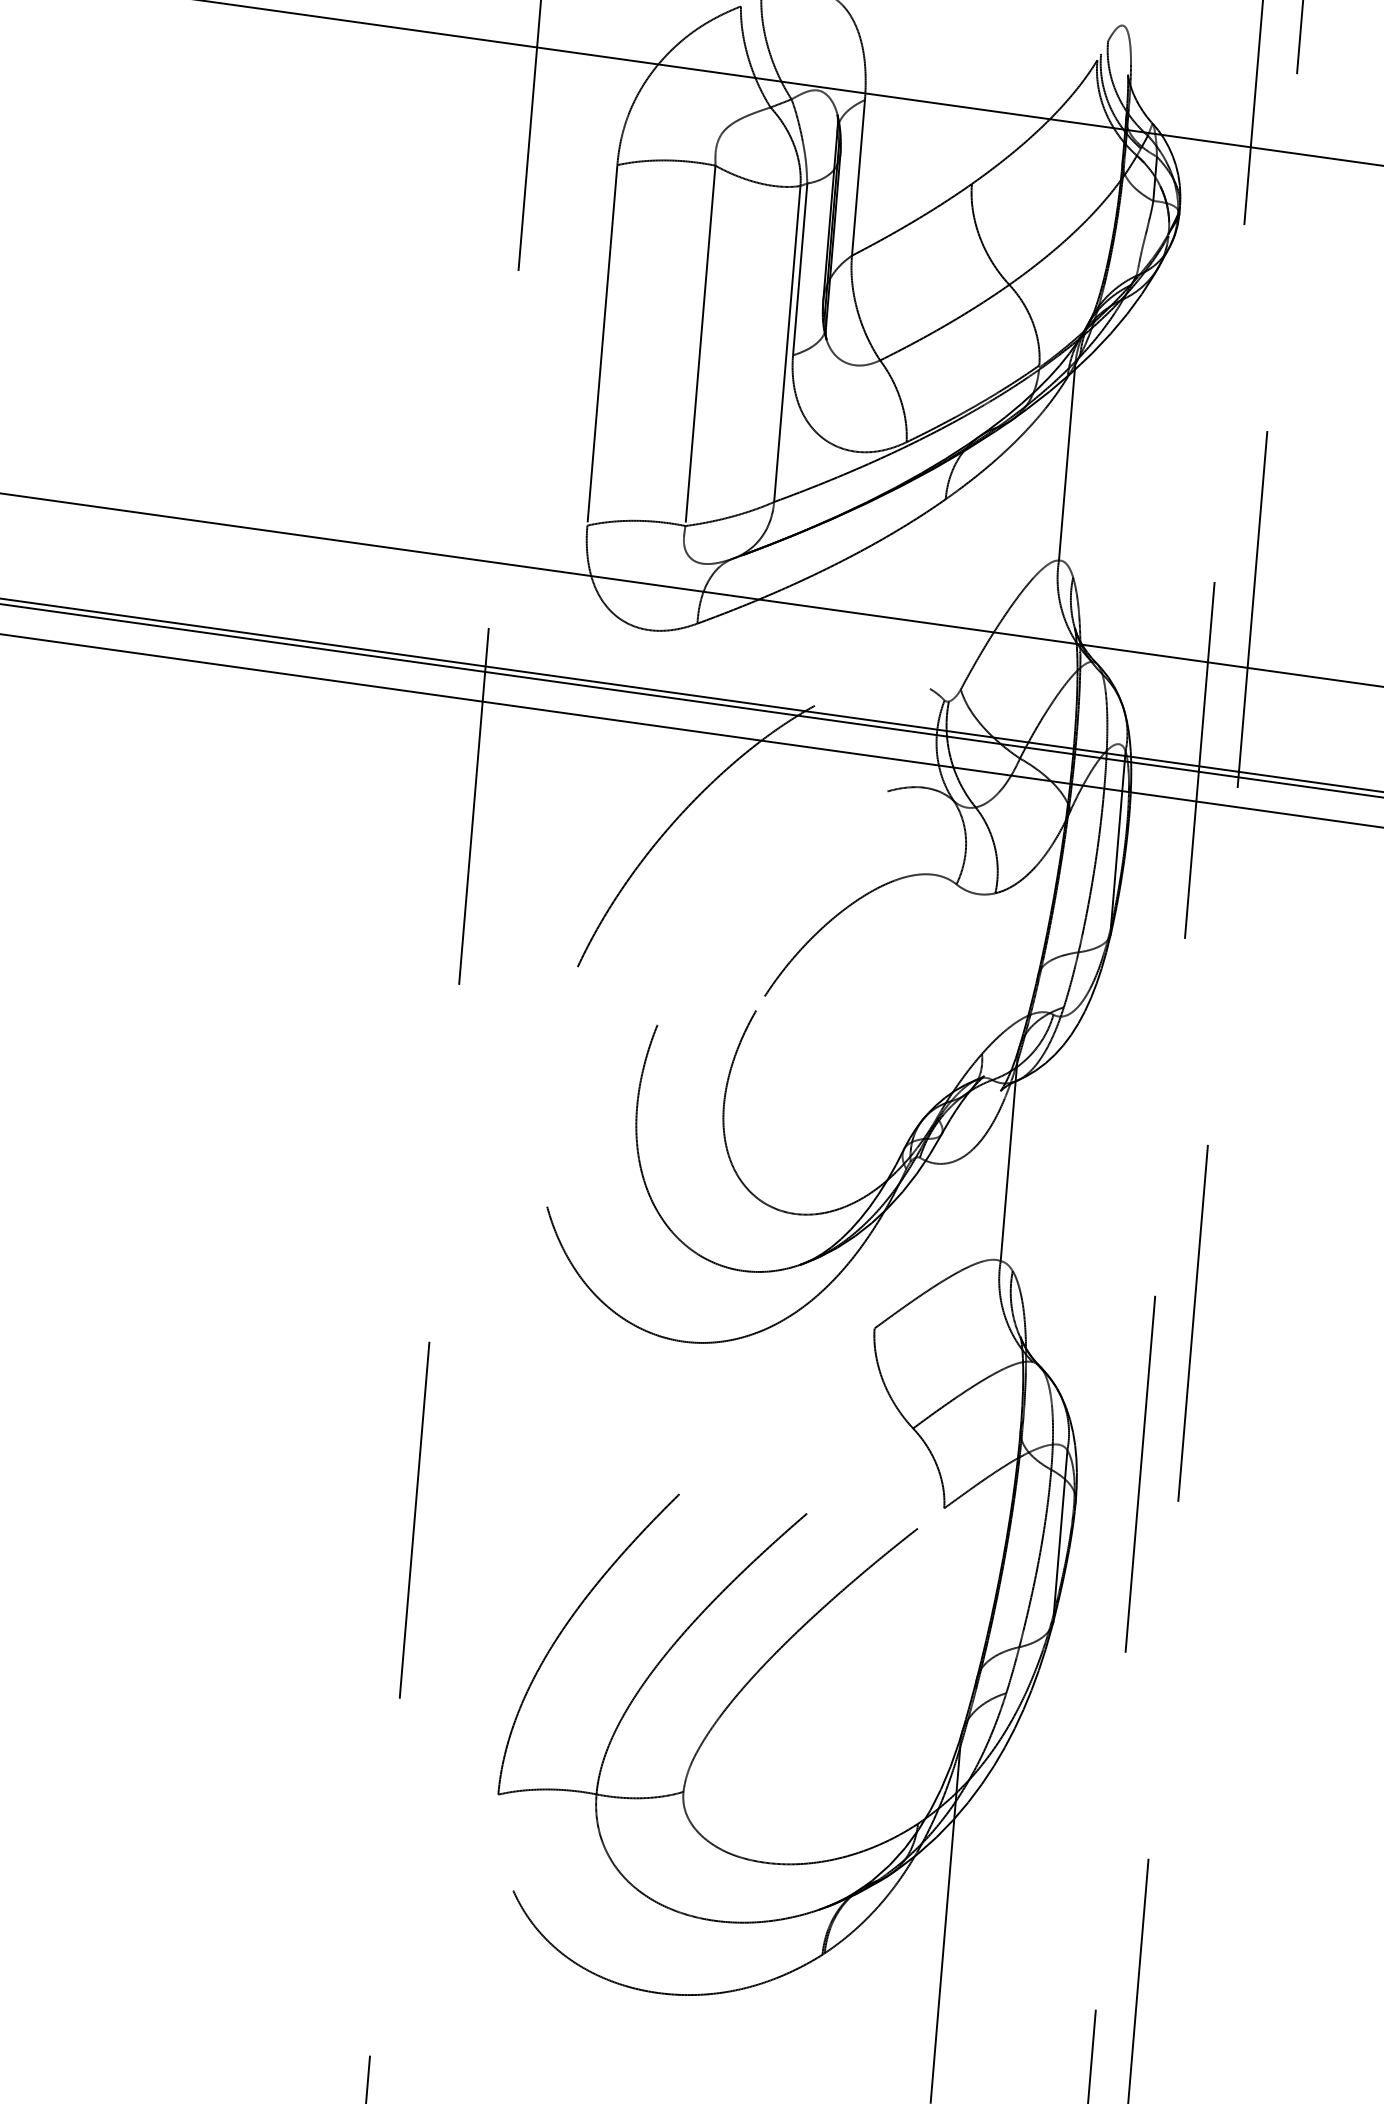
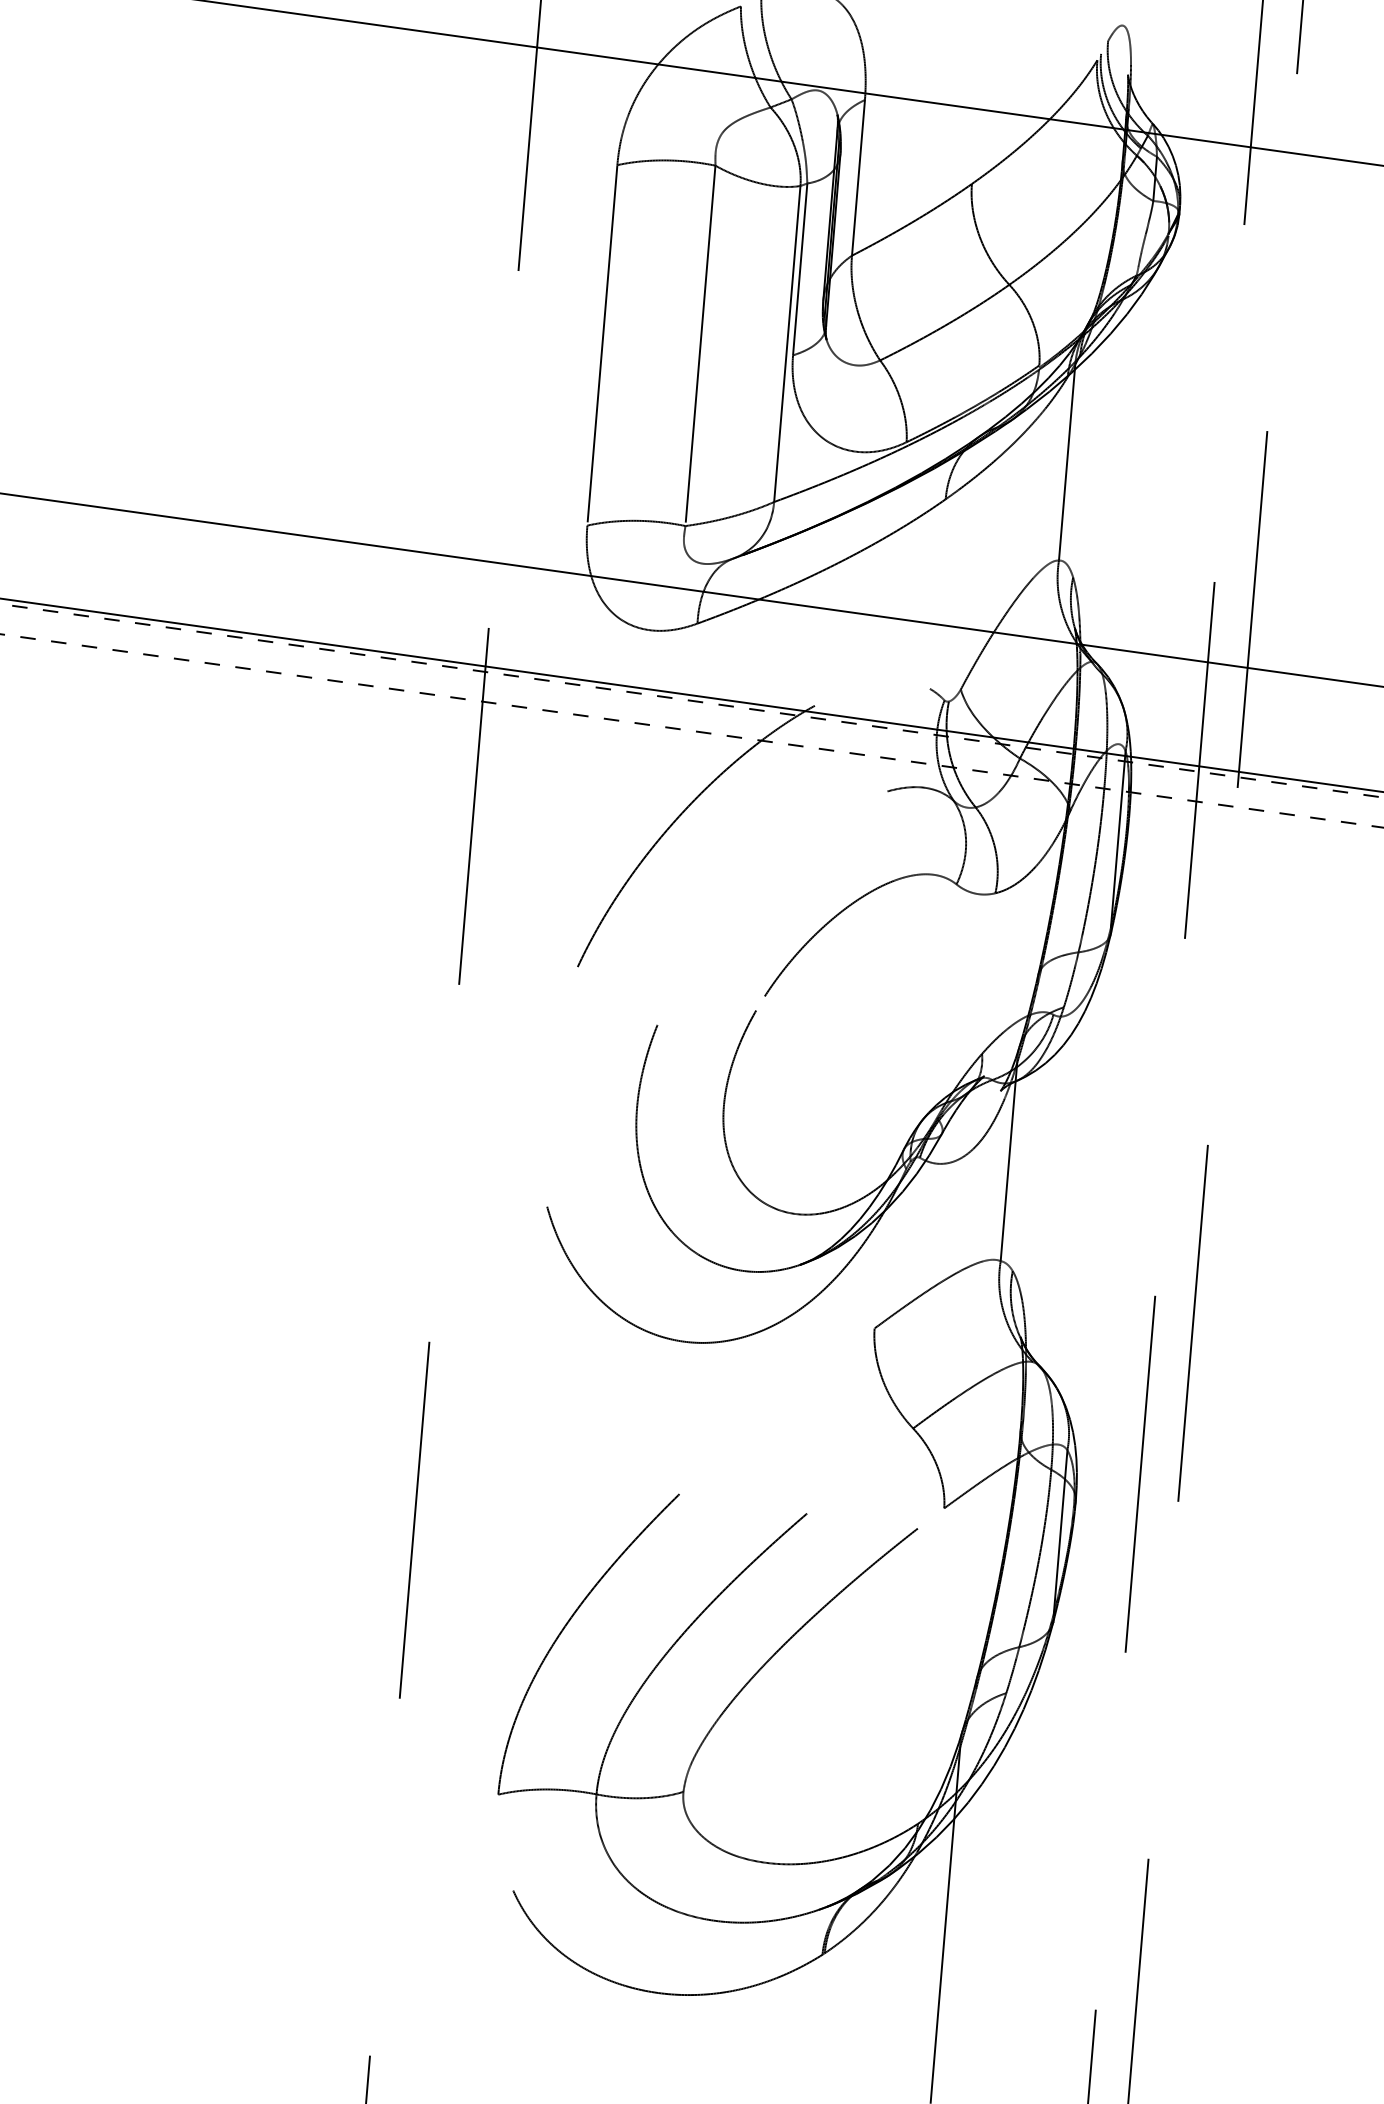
line at (691, 700): solid -> dashed
line at (692, 731): solid -> dashed
